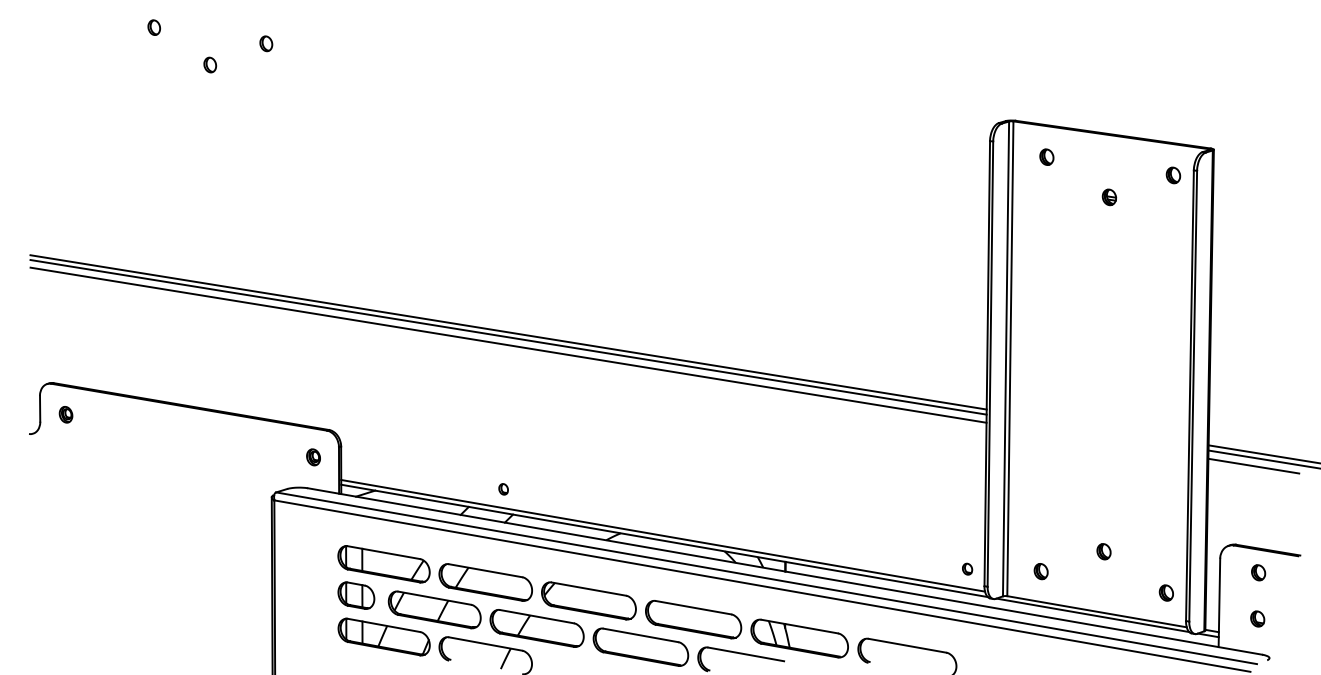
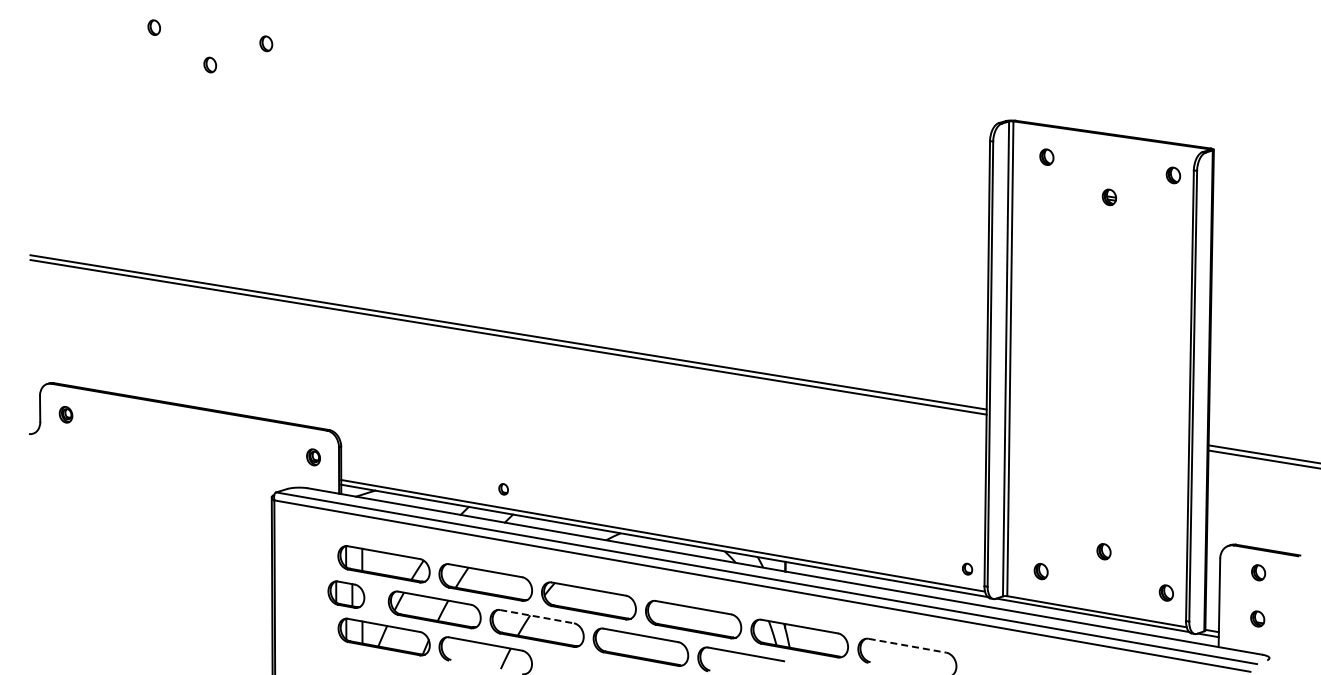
line at (508, 344): present -> none
line at (1253, 465): present -> none
part at (356, 595) position: (356, 595) -> (346, 594)
line at (537, 616): solid -> dashed
line at (907, 645): solid -> dashed
